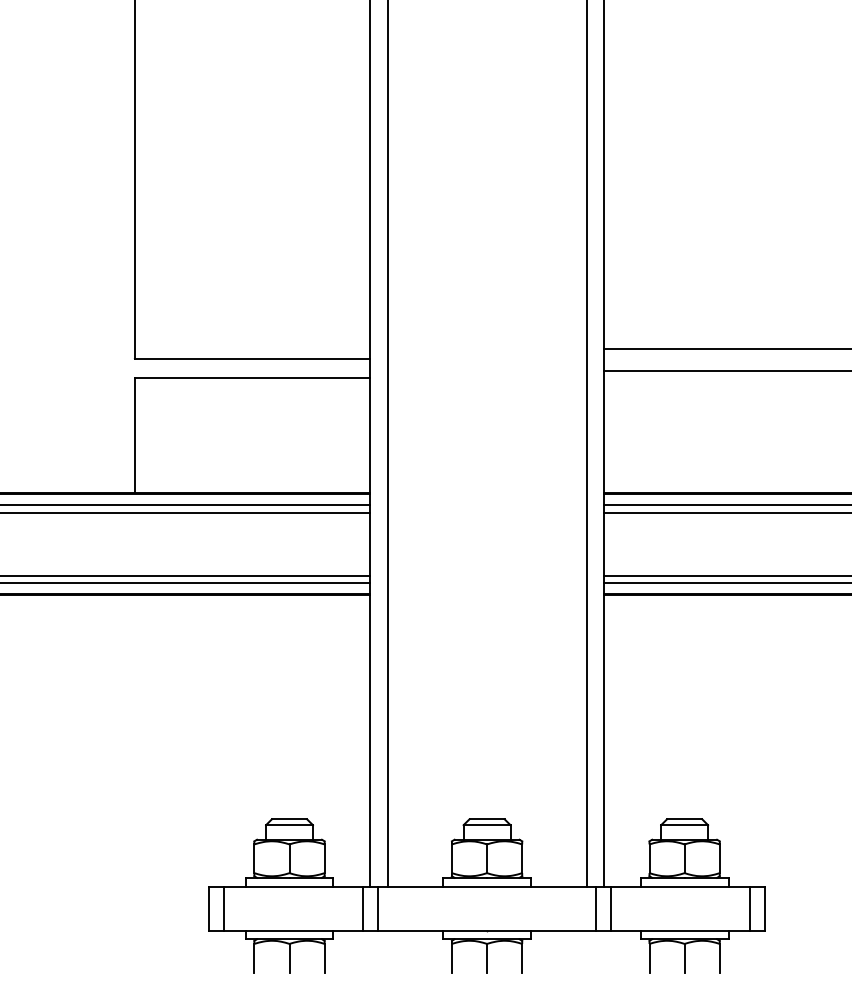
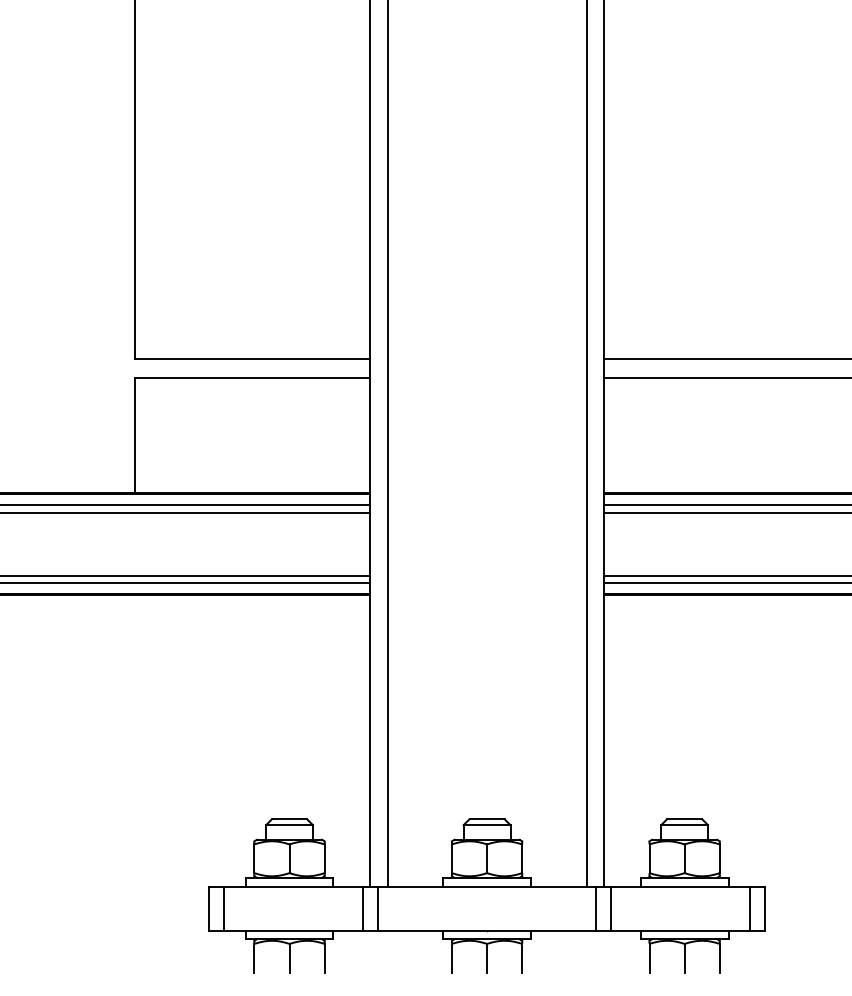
line at (726, 349) position: (726, 349) -> (726, 359)
line at (726, 371) position: (726, 371) -> (726, 378)
